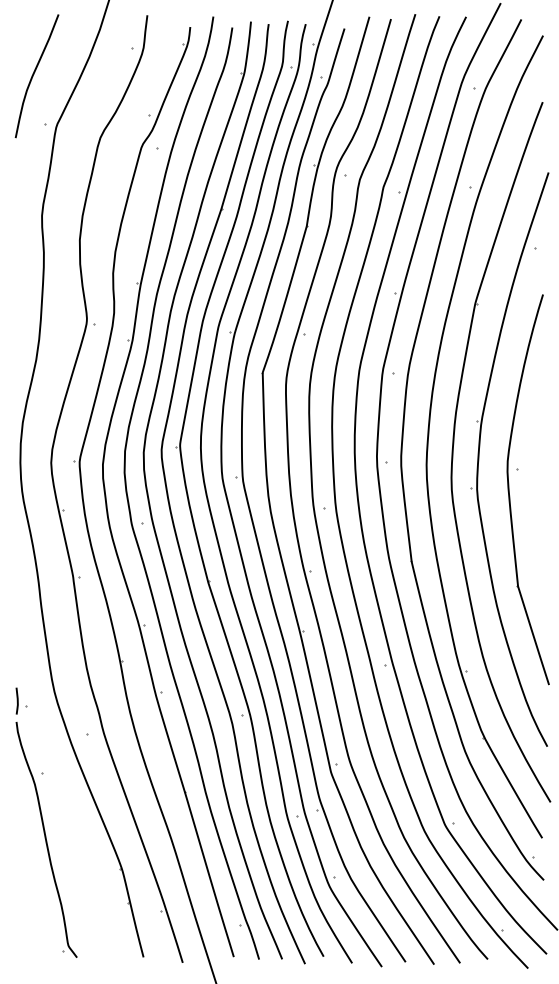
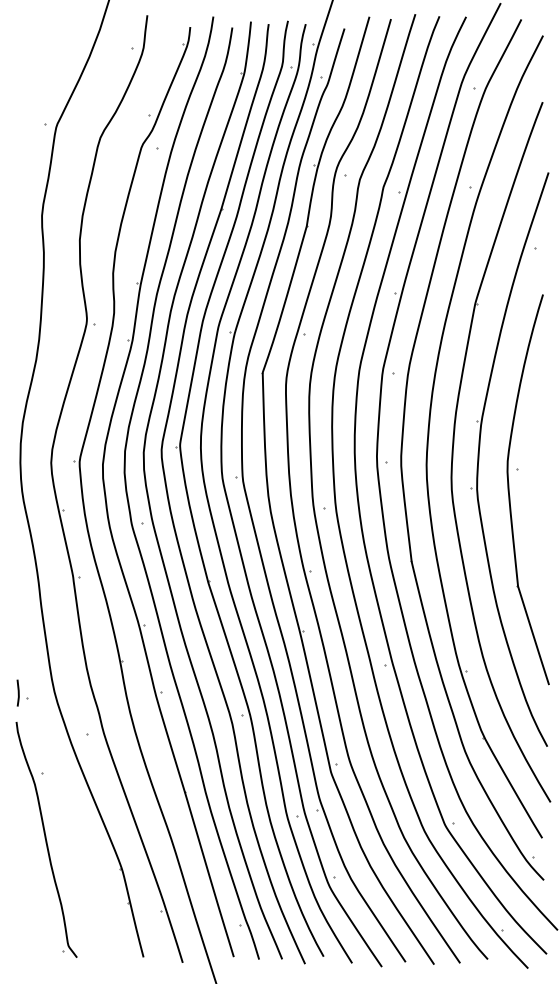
curve at (34, 74): present -> none
part at (21, 700) position: (21, 700) -> (22, 692)
